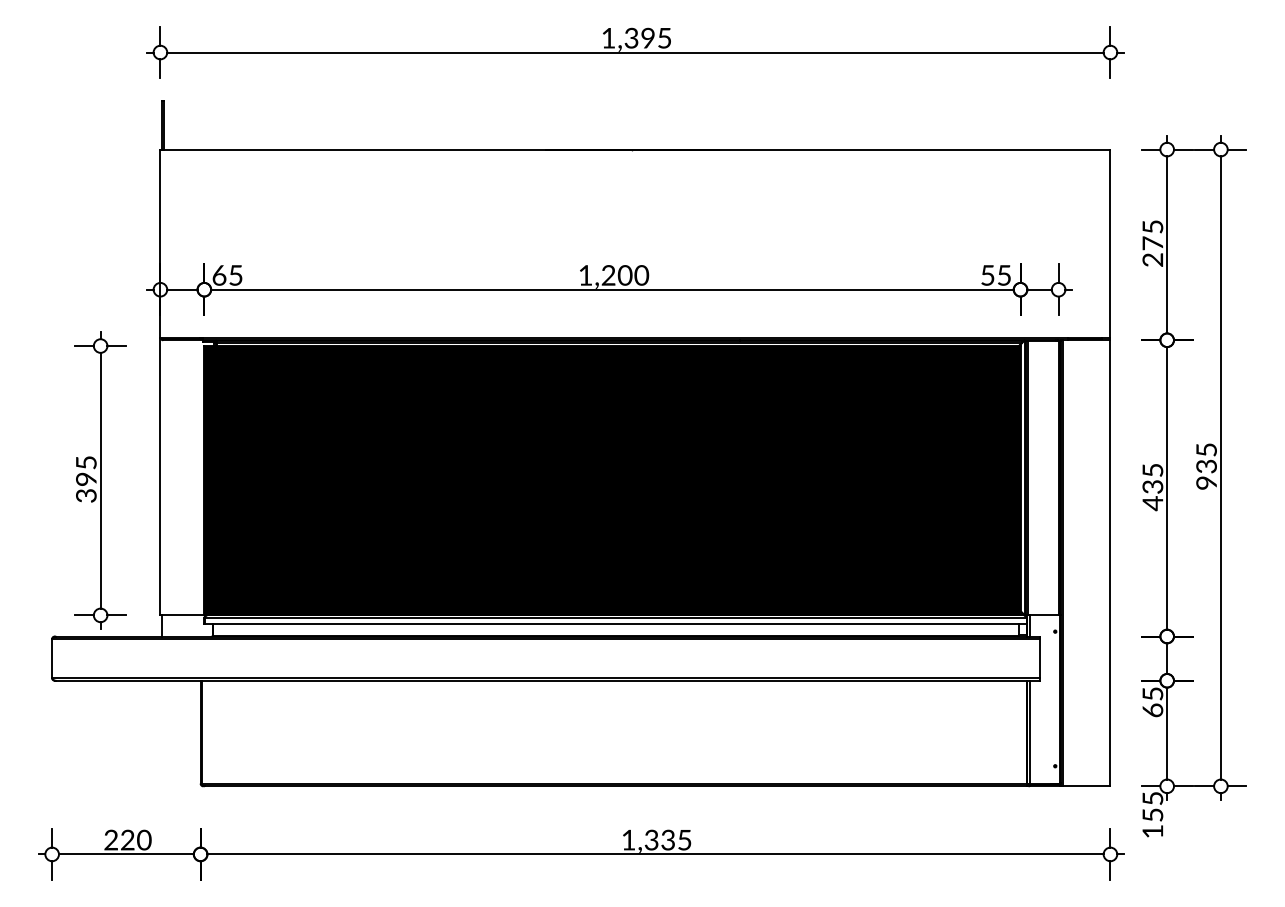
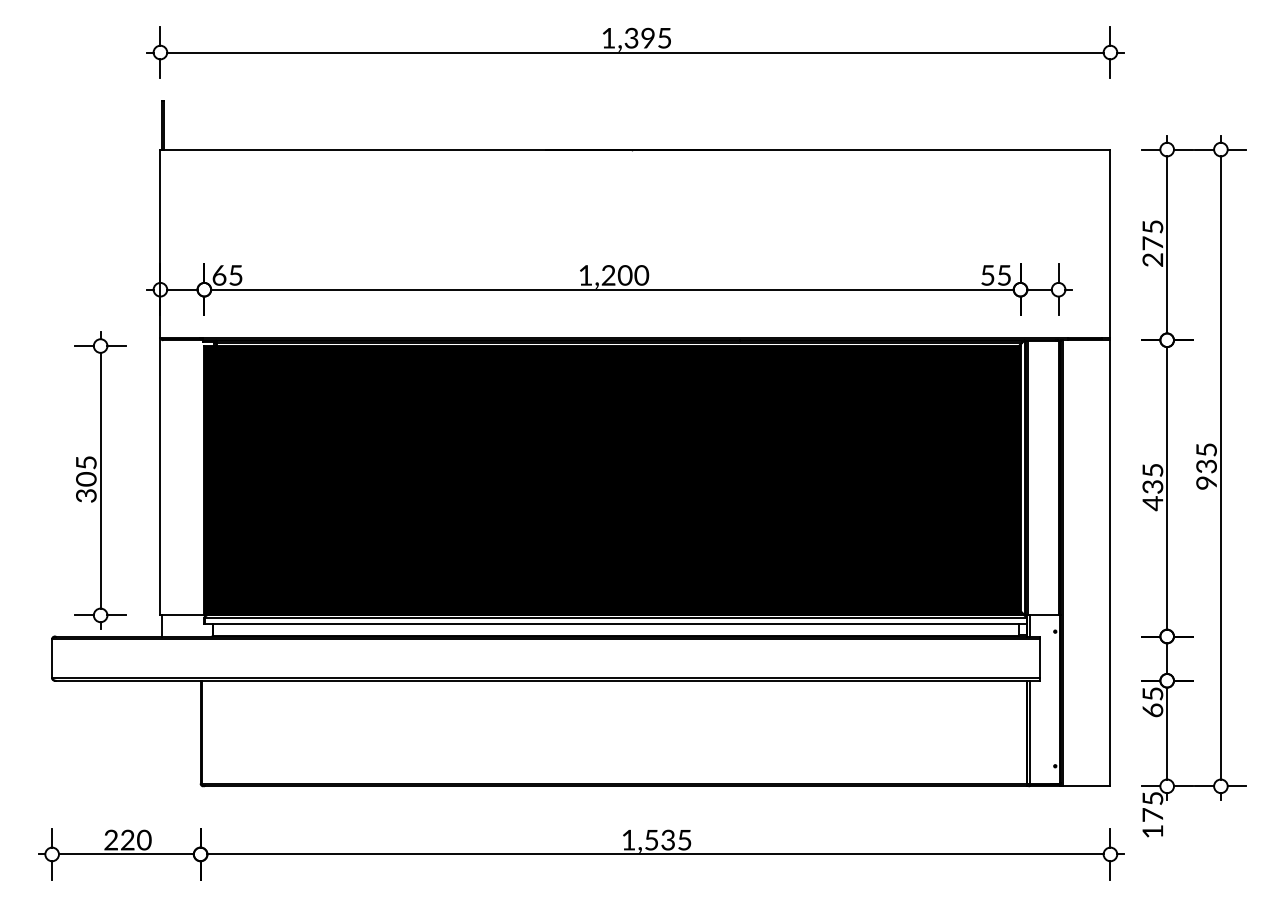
text at (86, 479): 395 -> 305
text at (1152, 814): 155 -> 175
text at (651, 839): 1,335 -> 1,535
